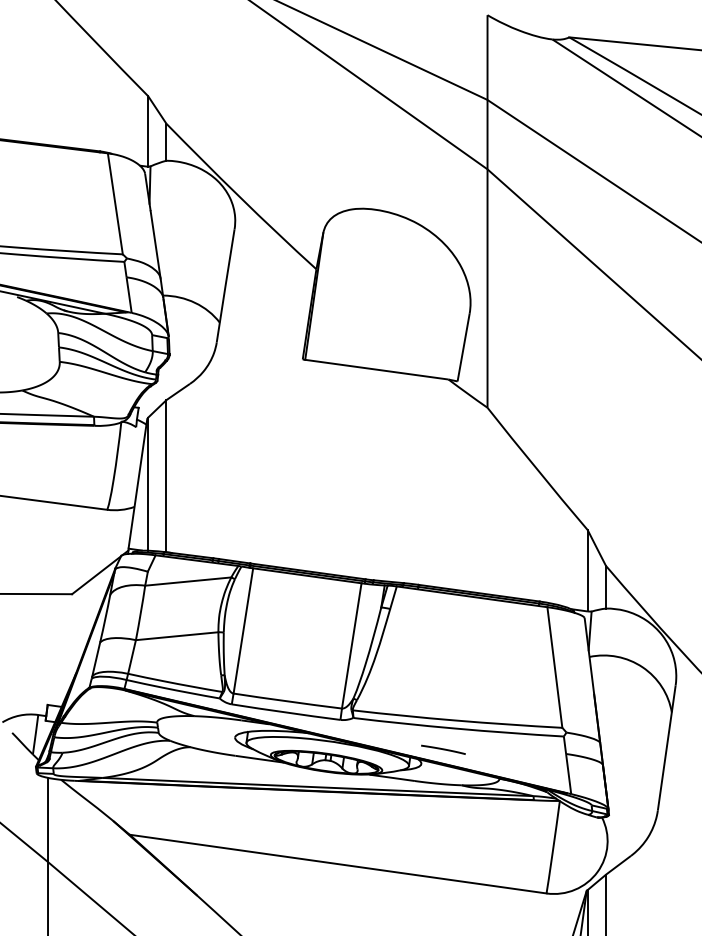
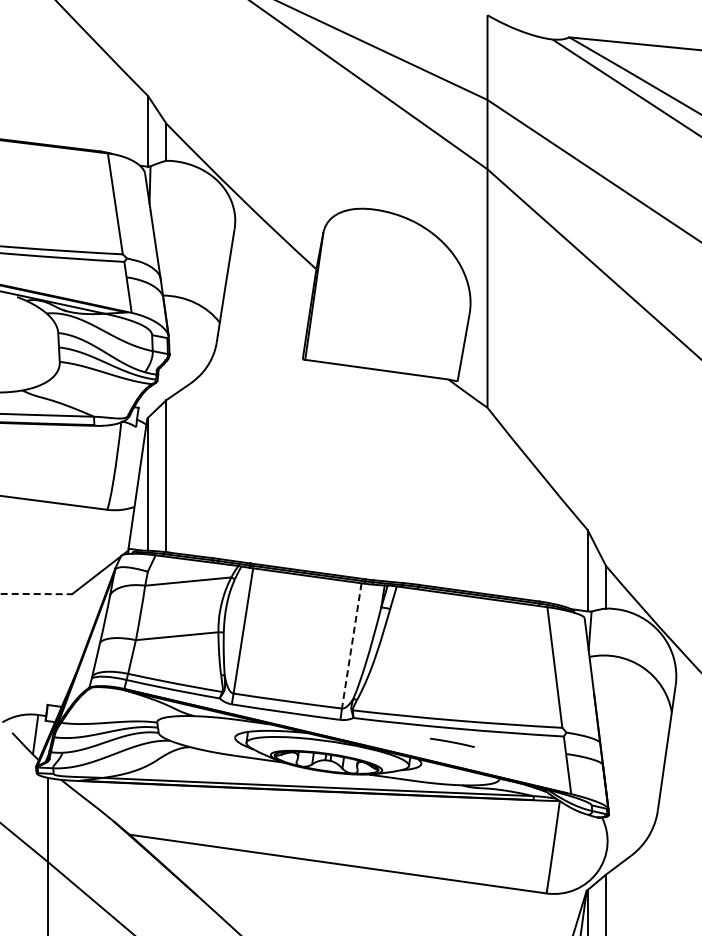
line at (36, 594): solid -> dashed
line at (351, 646): solid -> dashed
line at (443, 749) position: (443, 749) -> (452, 742)
